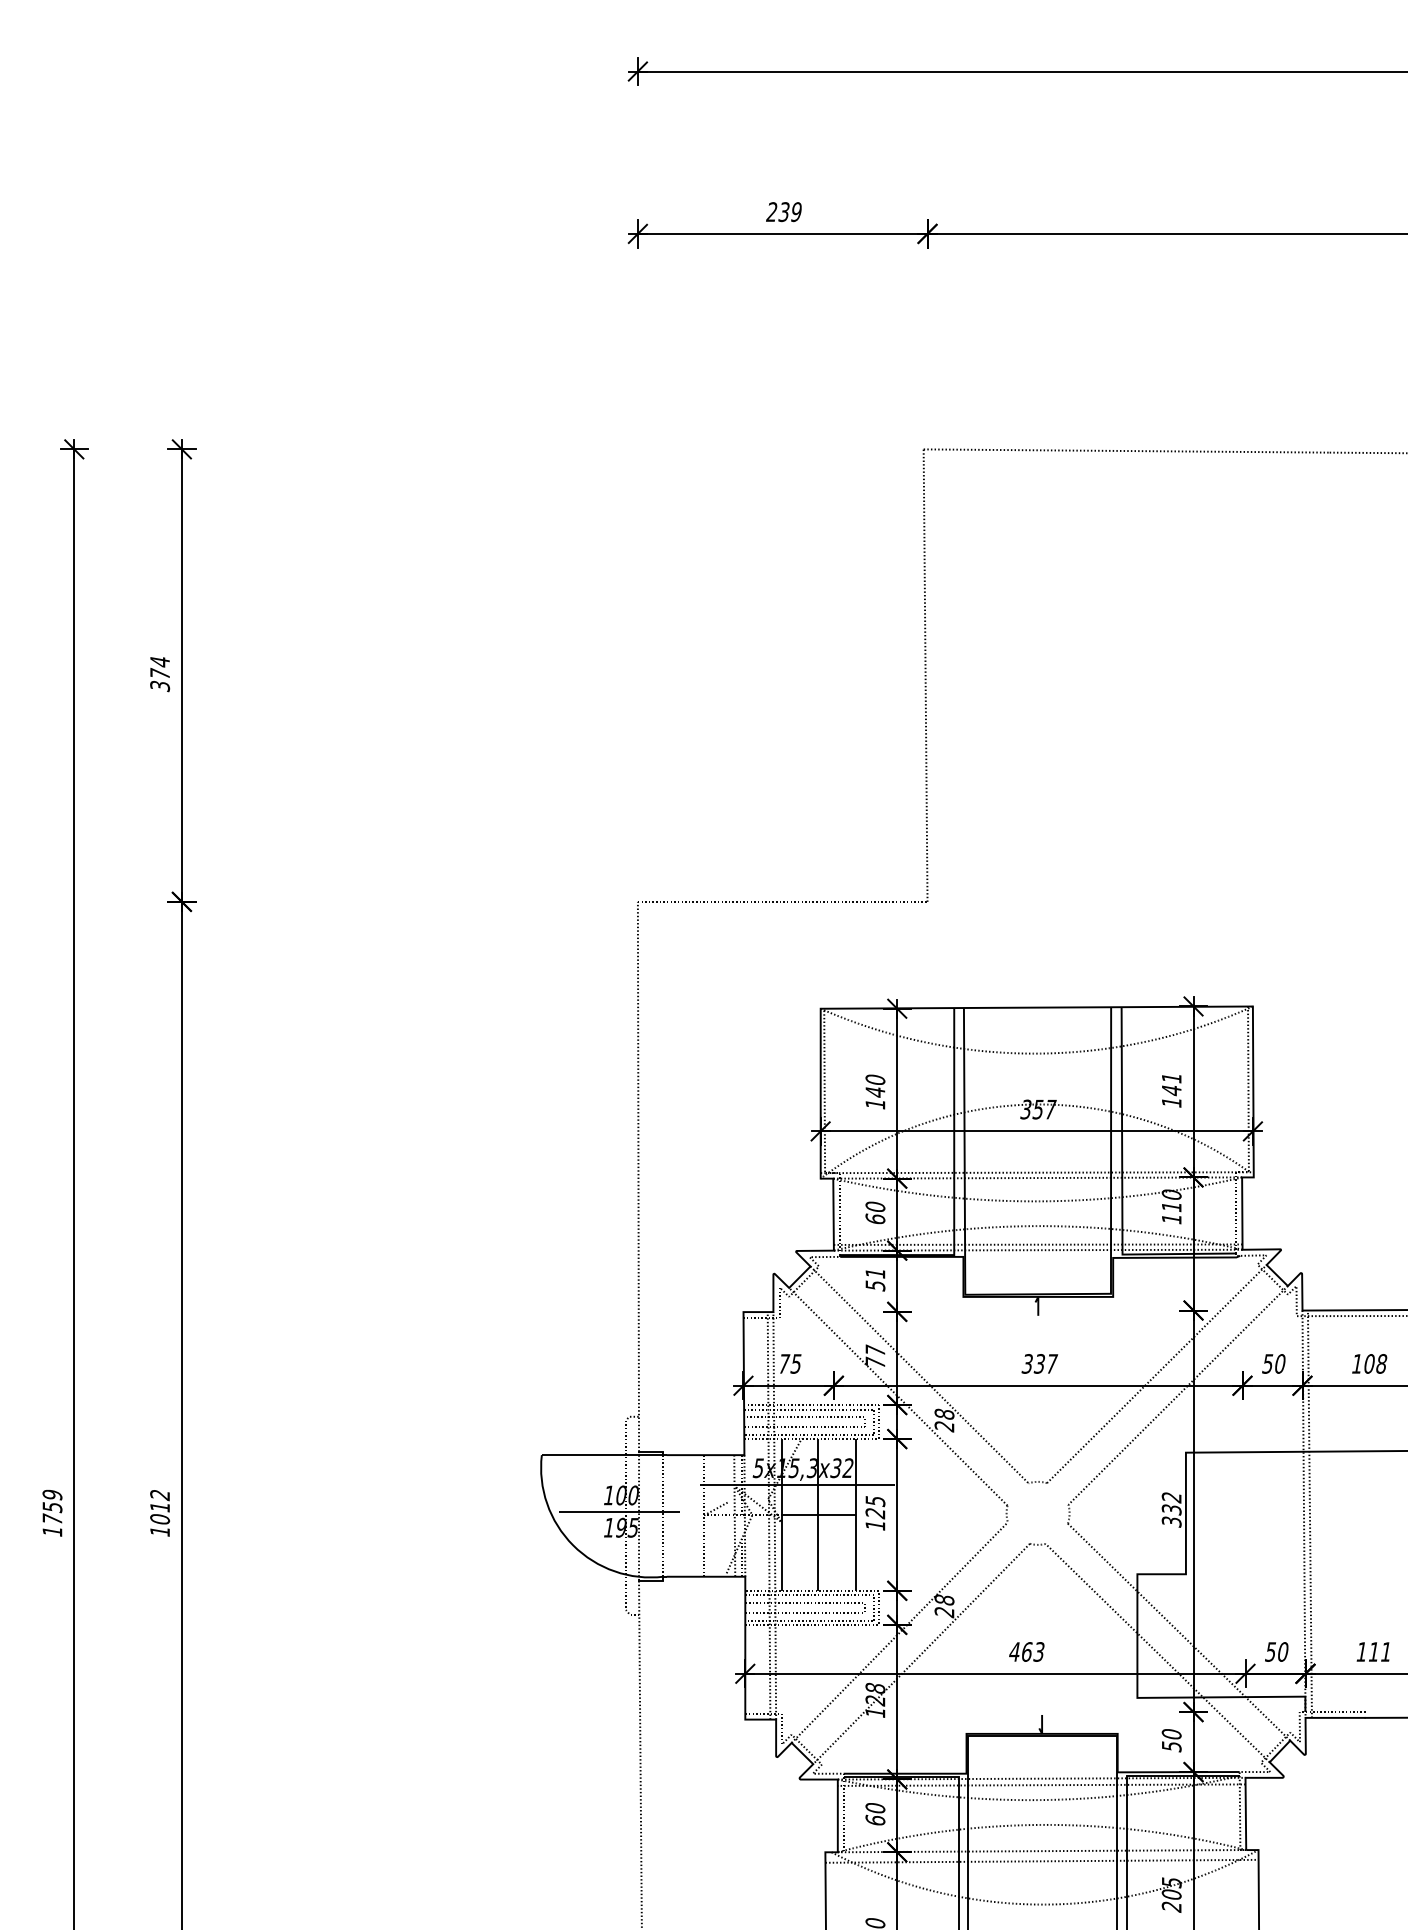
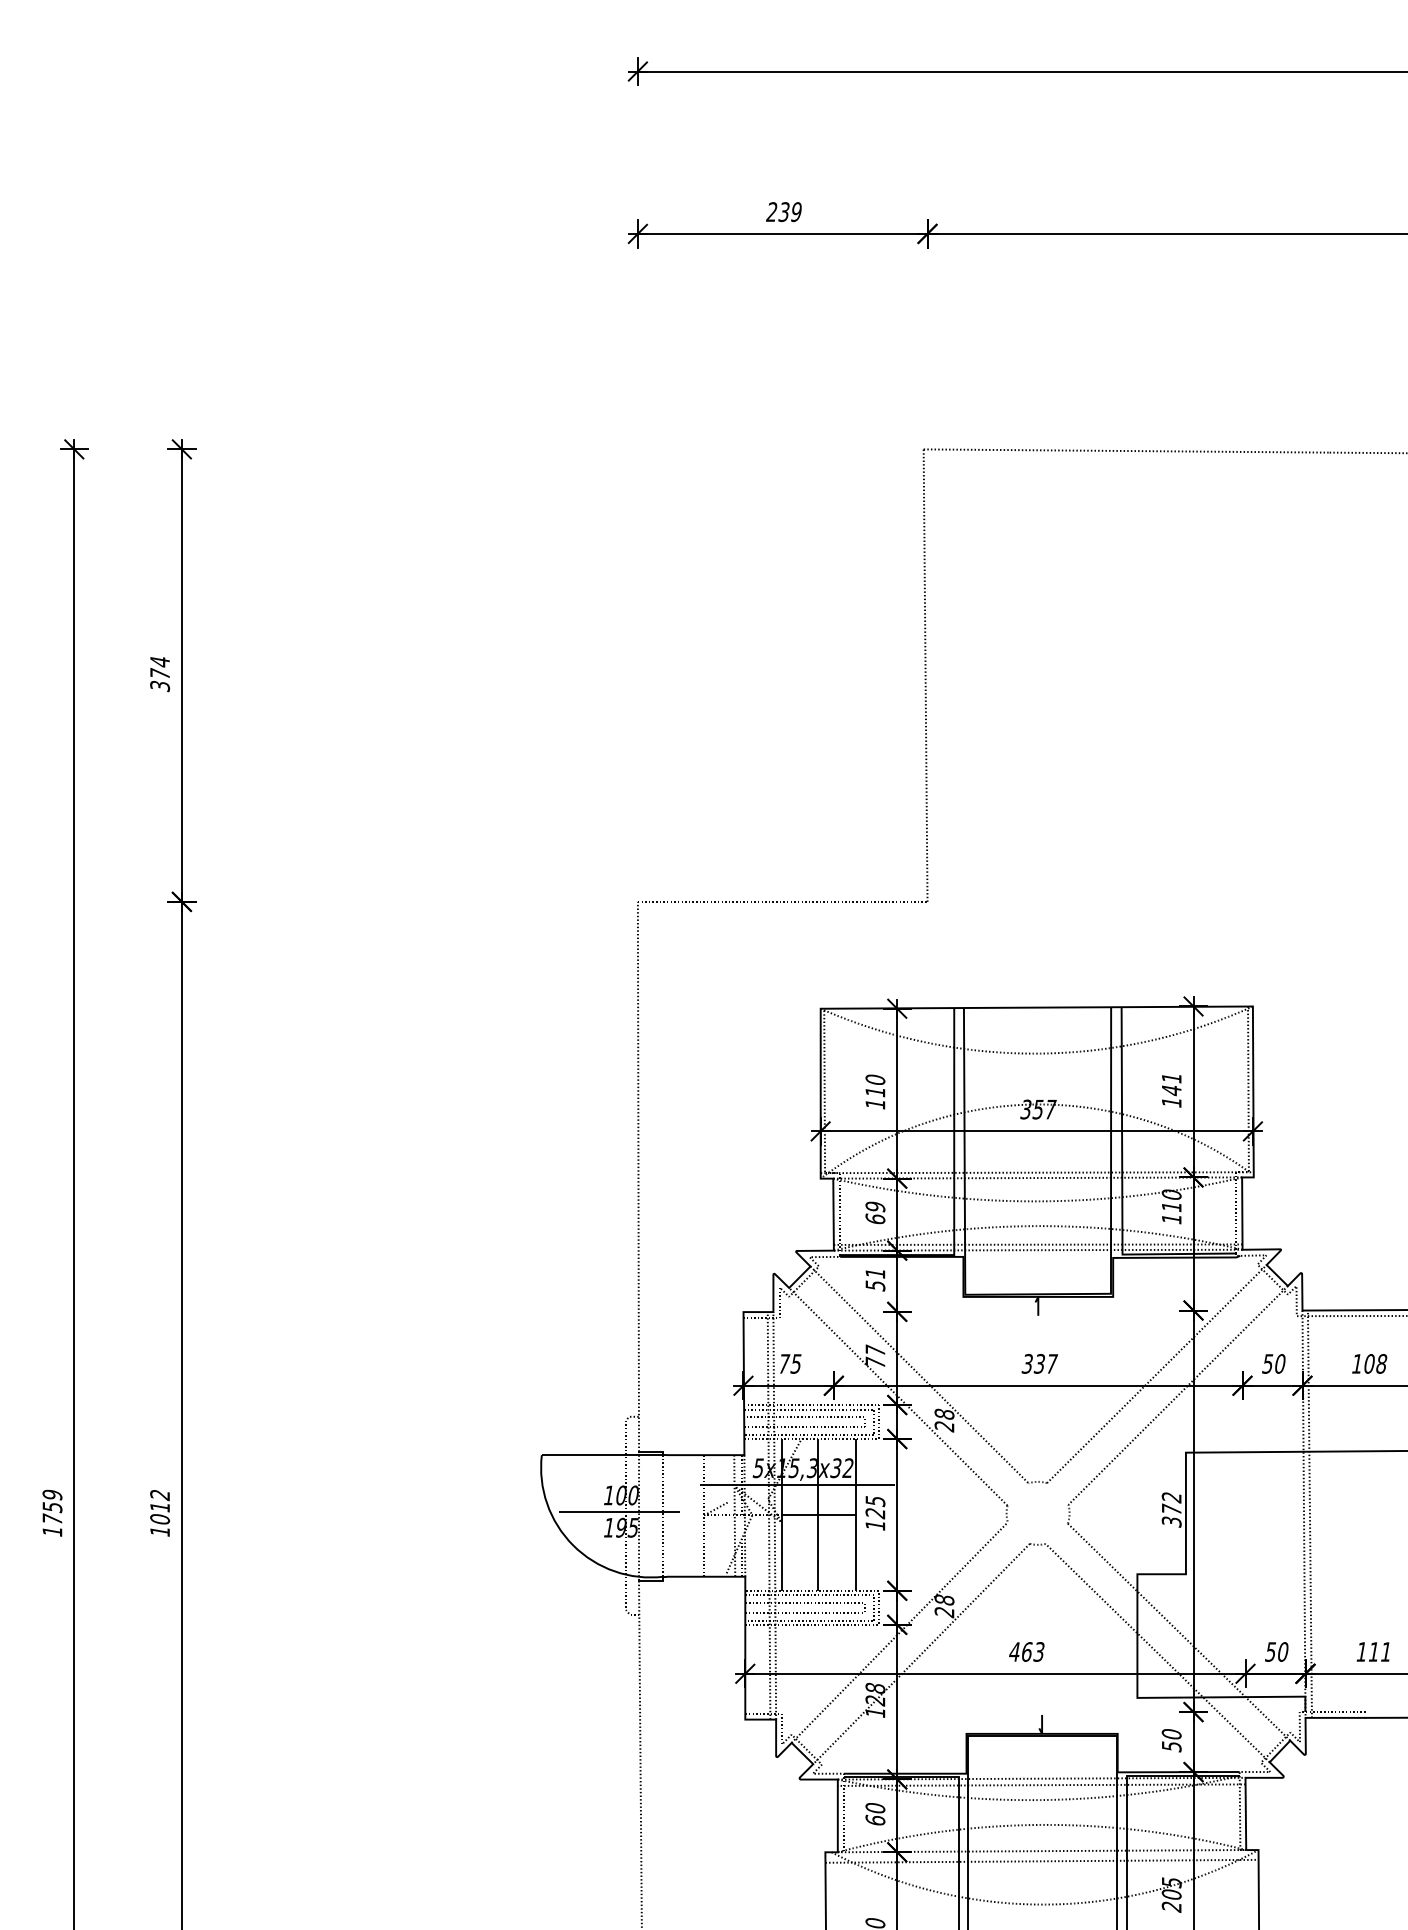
text at (875, 1092): 140 -> 110
text at (875, 1206): 60 -> 69
text at (1171, 1509): 332 -> 372
